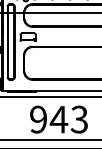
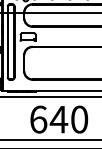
text at (59, 119): 943 -> 640
